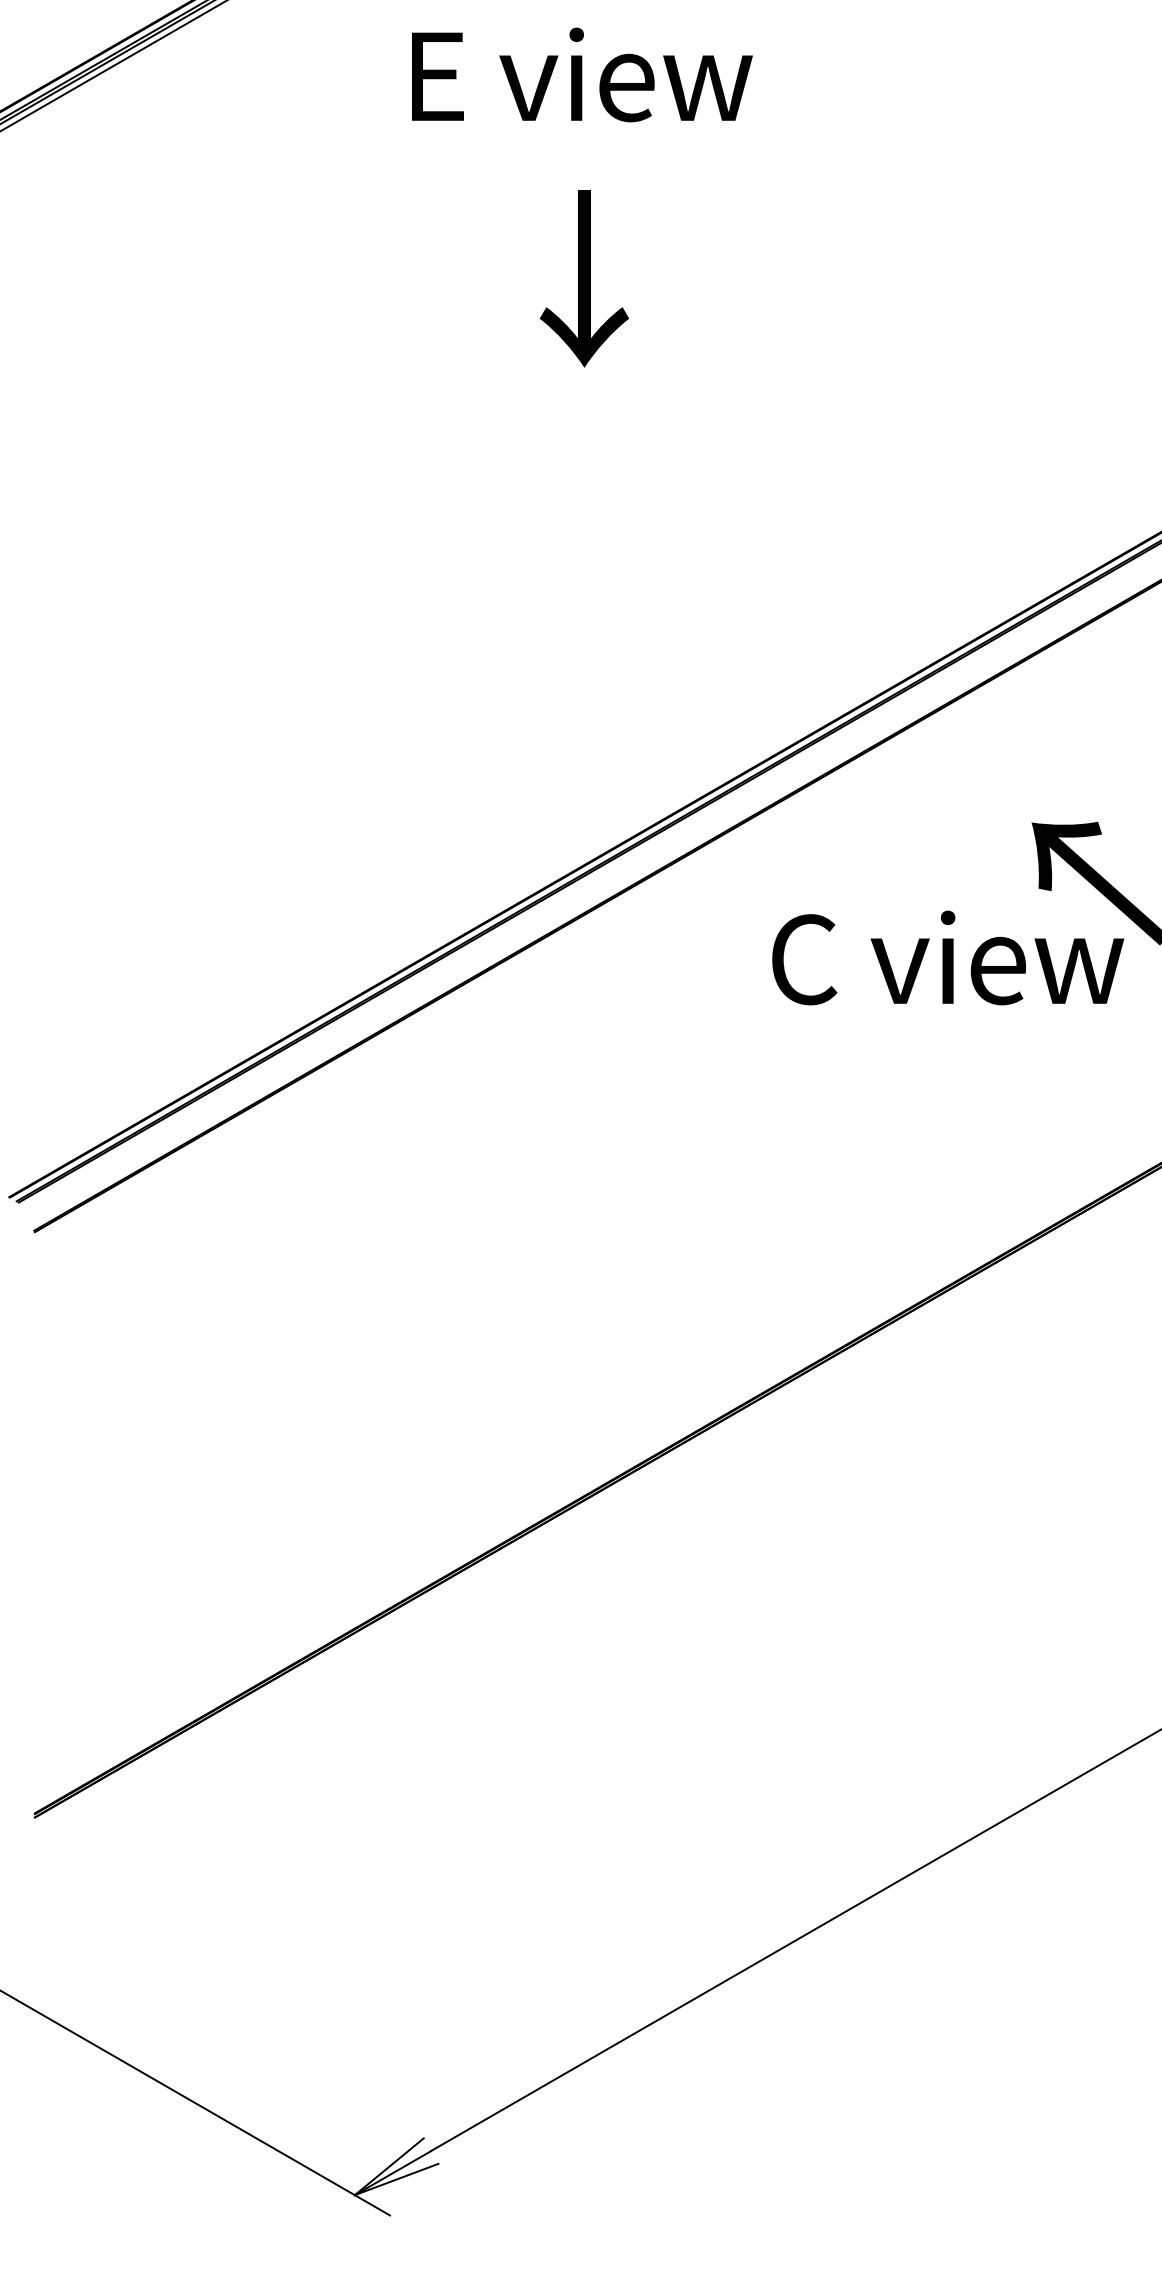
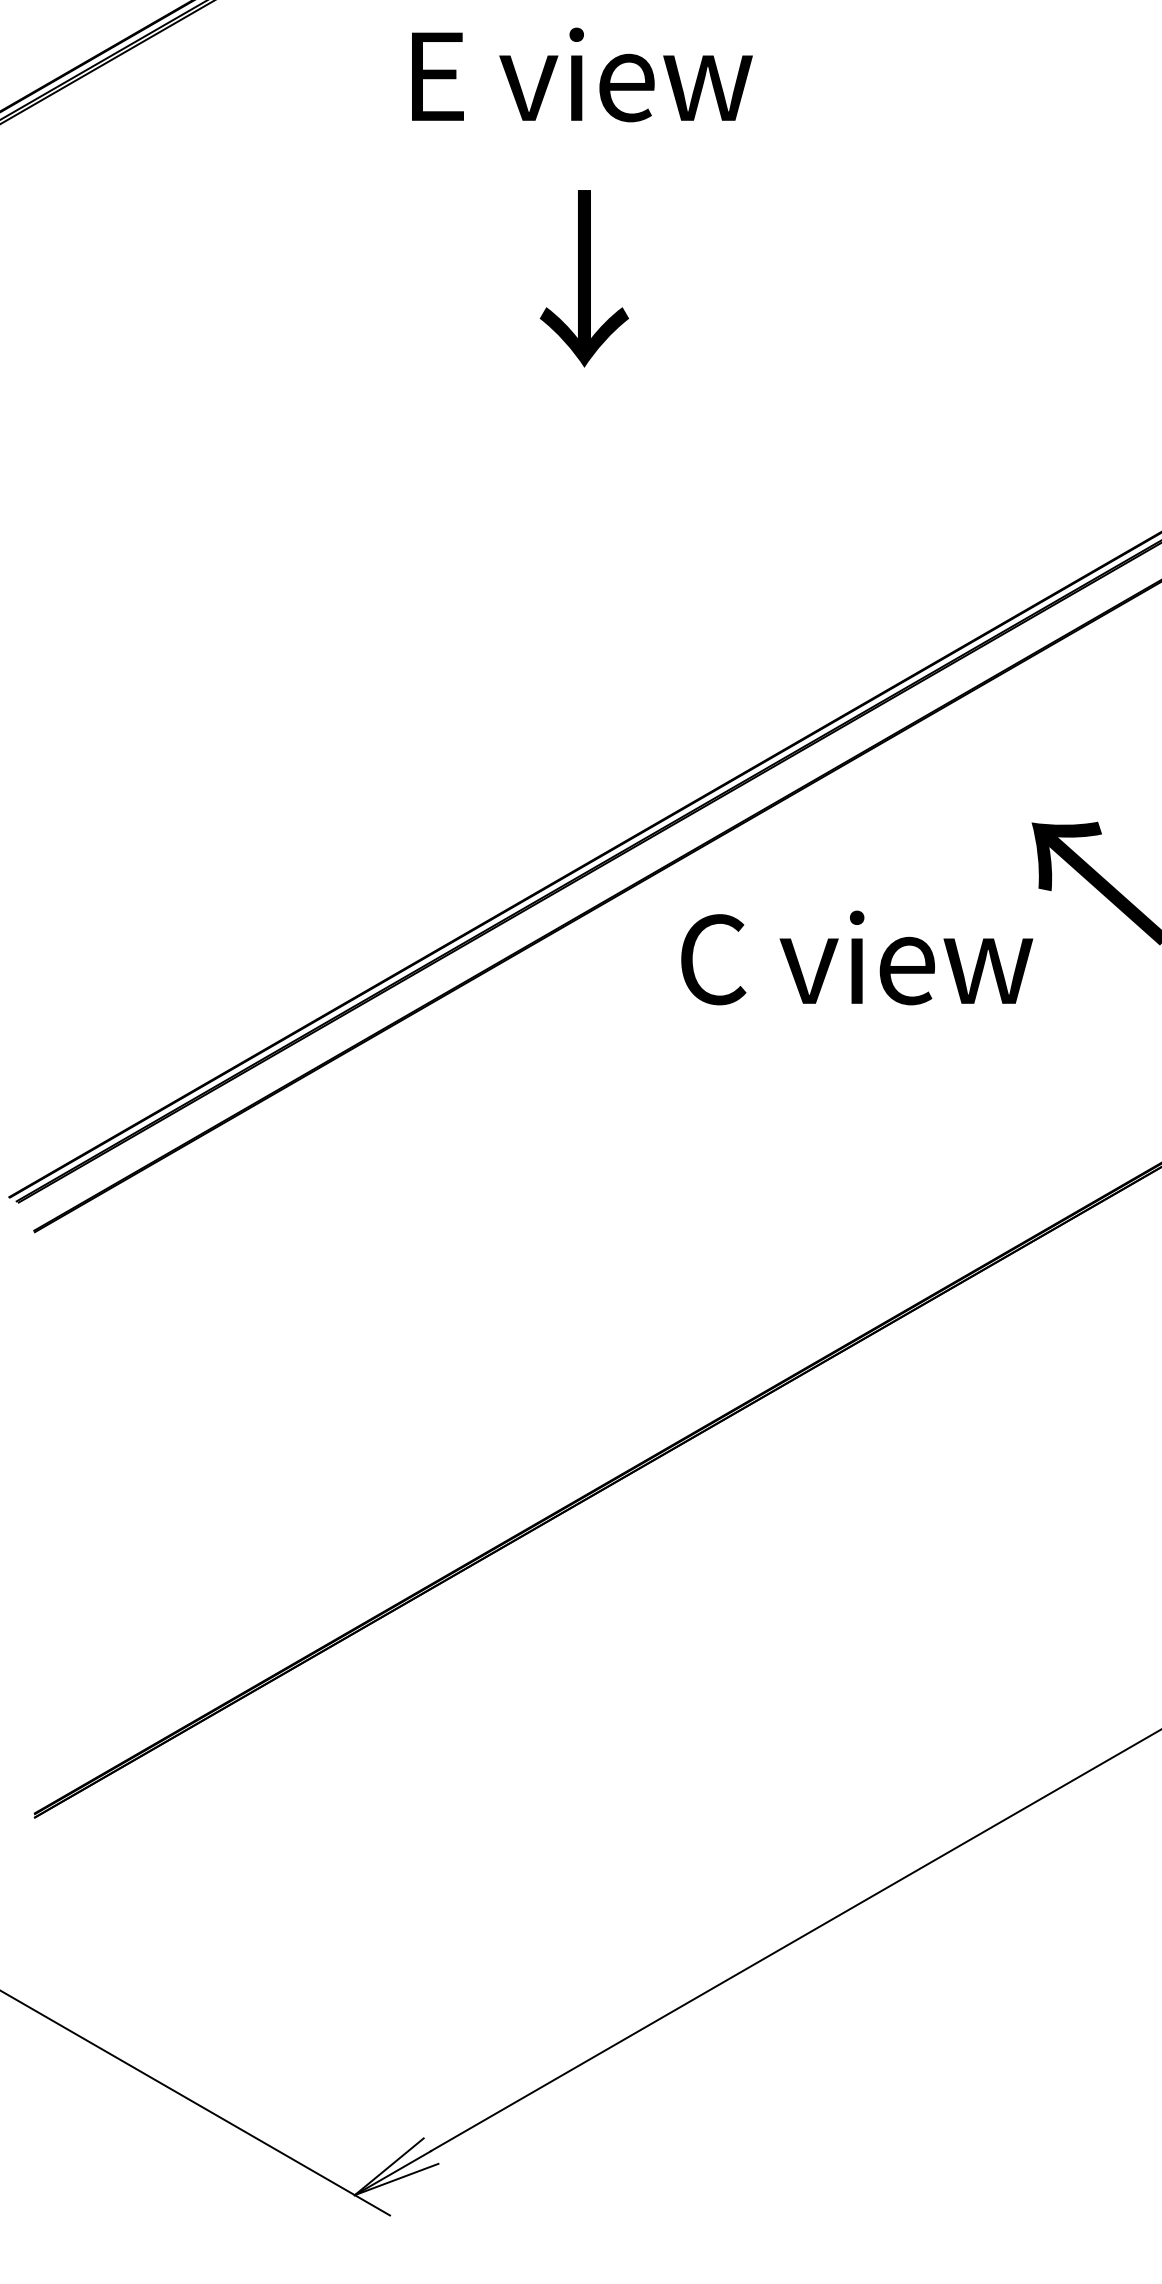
line at (113, 66): present -> none
text at (948, 957) position: (948, 957) -> (857, 957)
